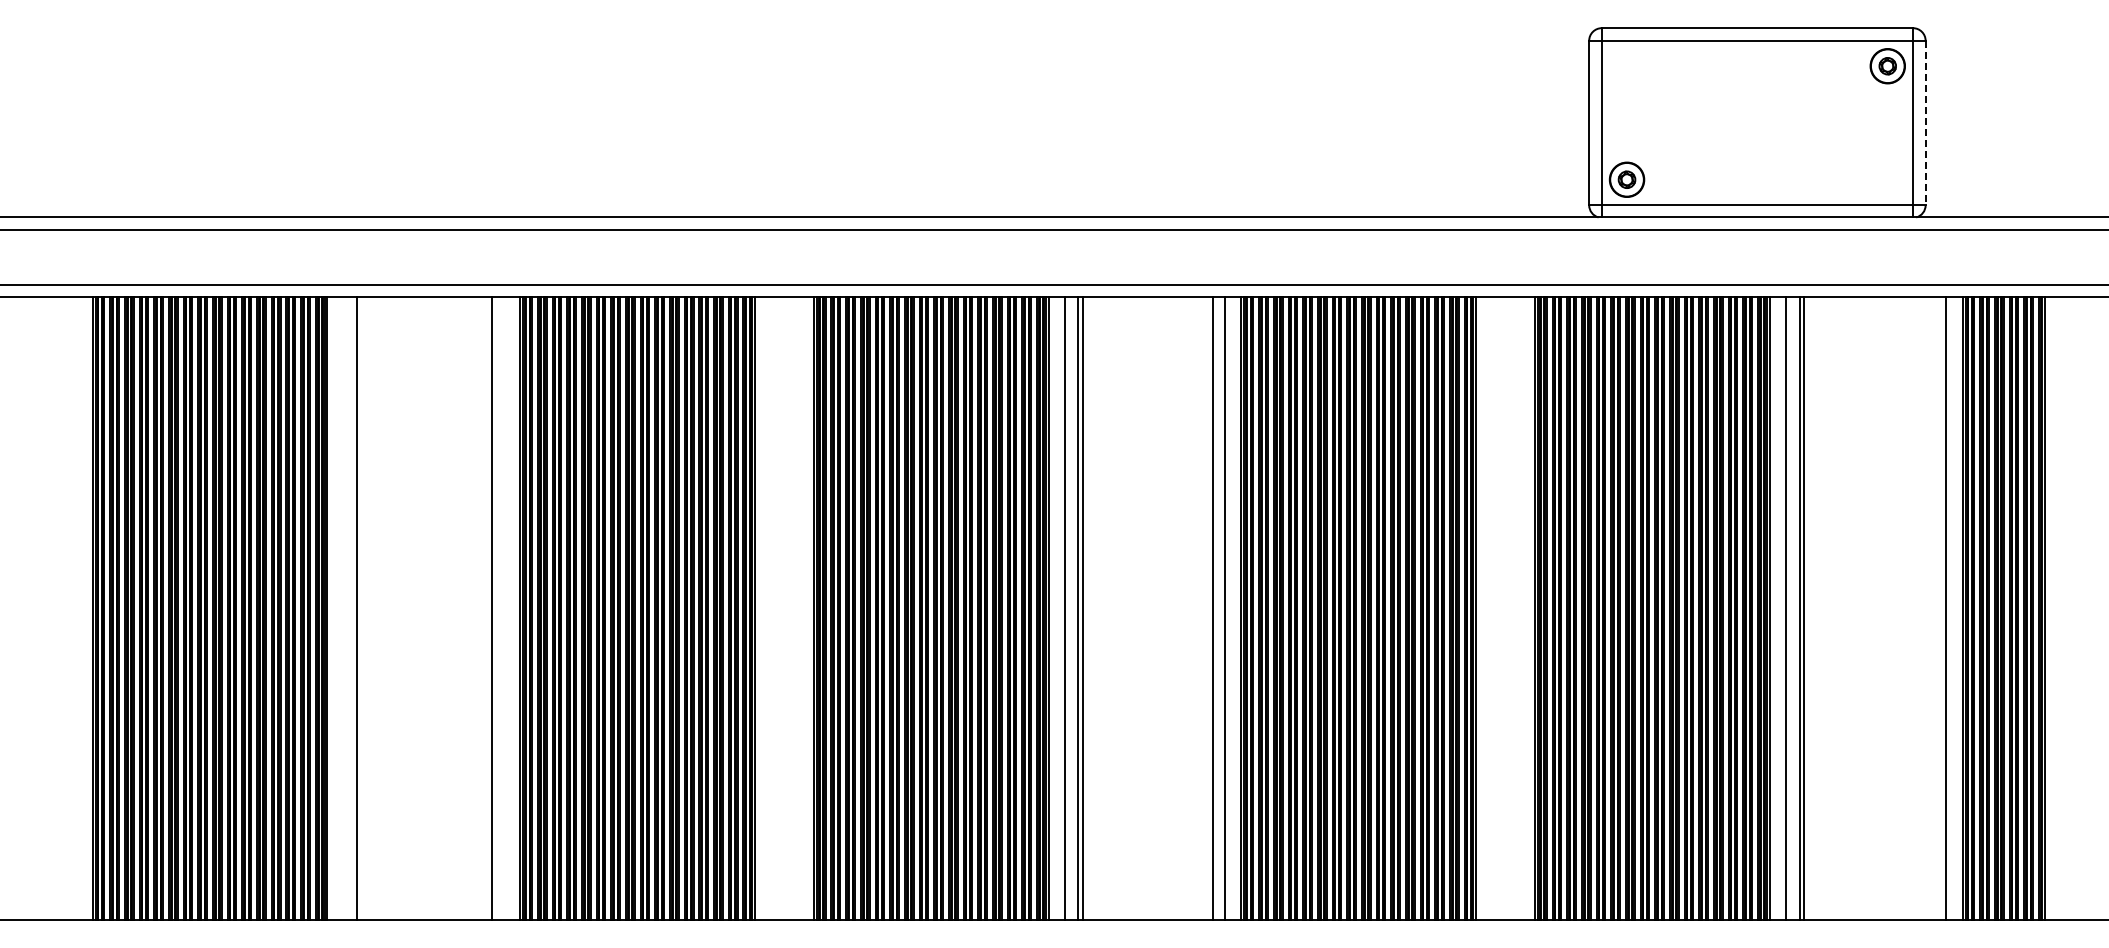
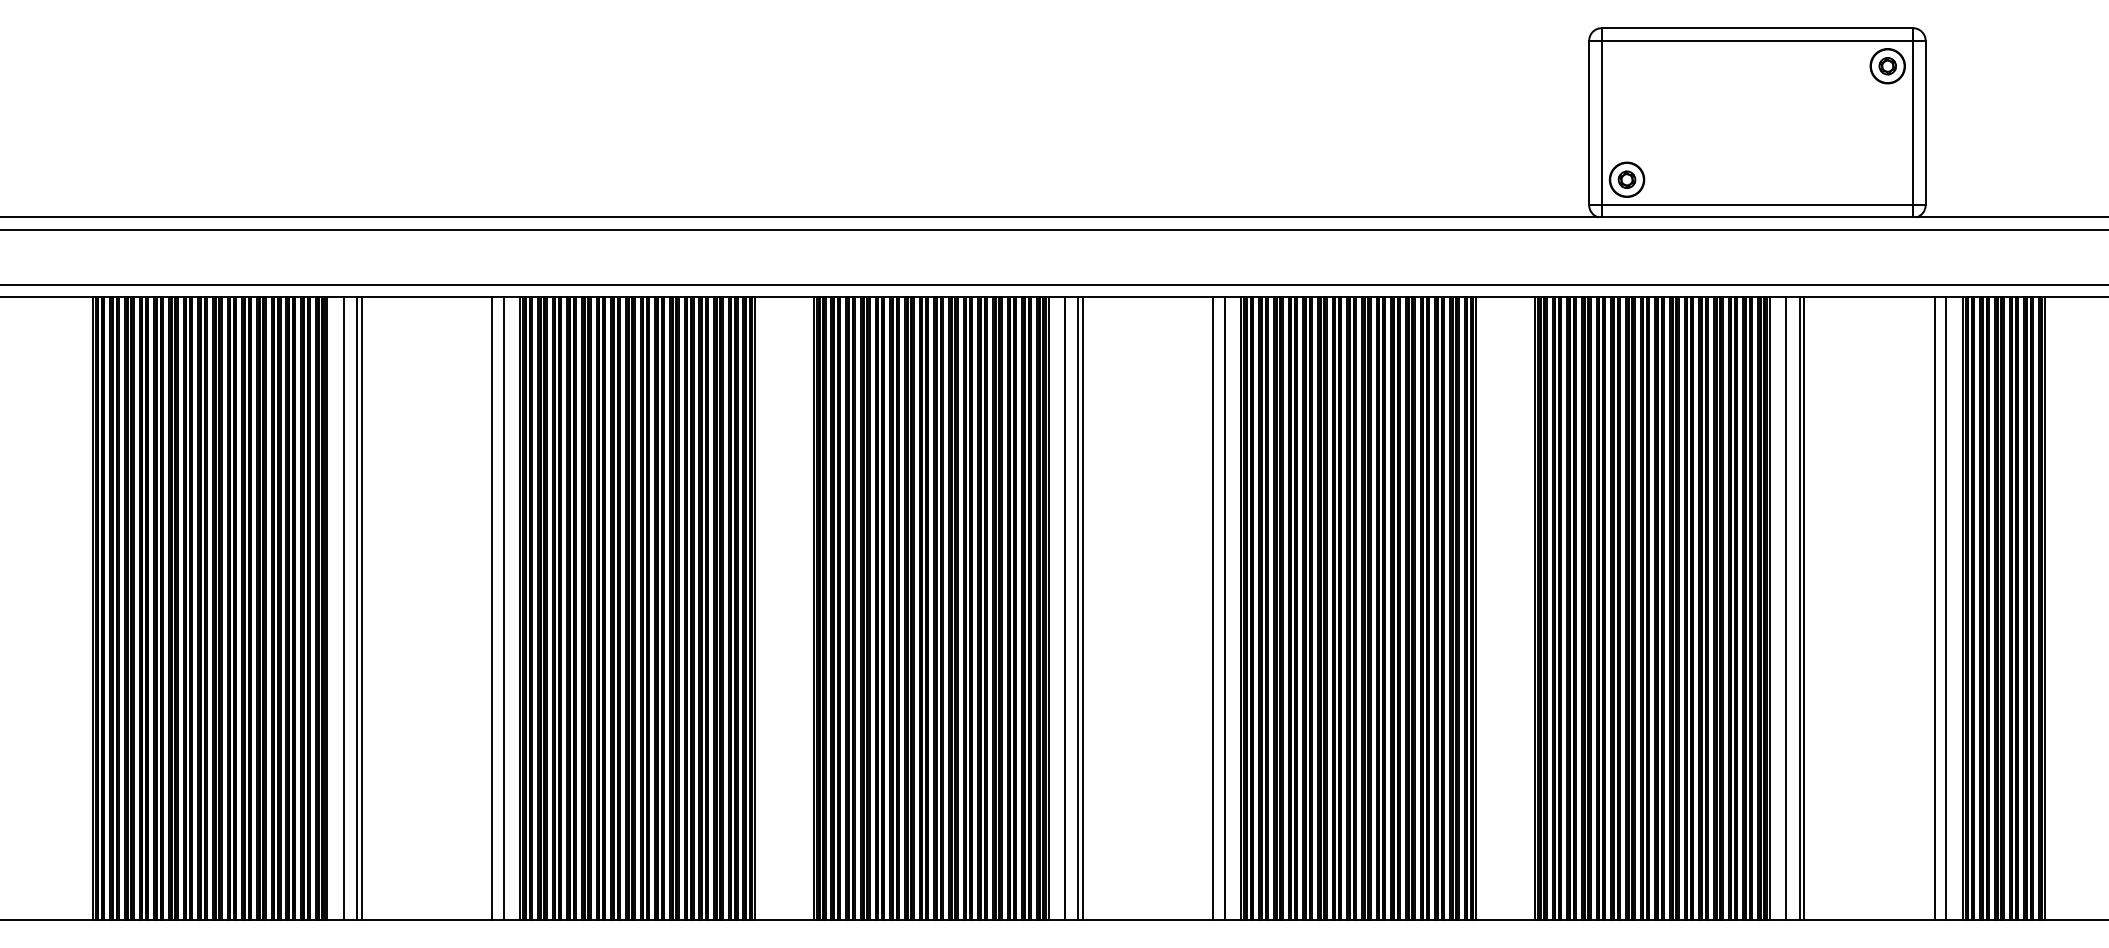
line at (1925, 123): dashed -> solid
line at (343, 608): none -> present
line at (361, 608): none -> present
line at (503, 608): none -> present
line at (1934, 608): none -> present
